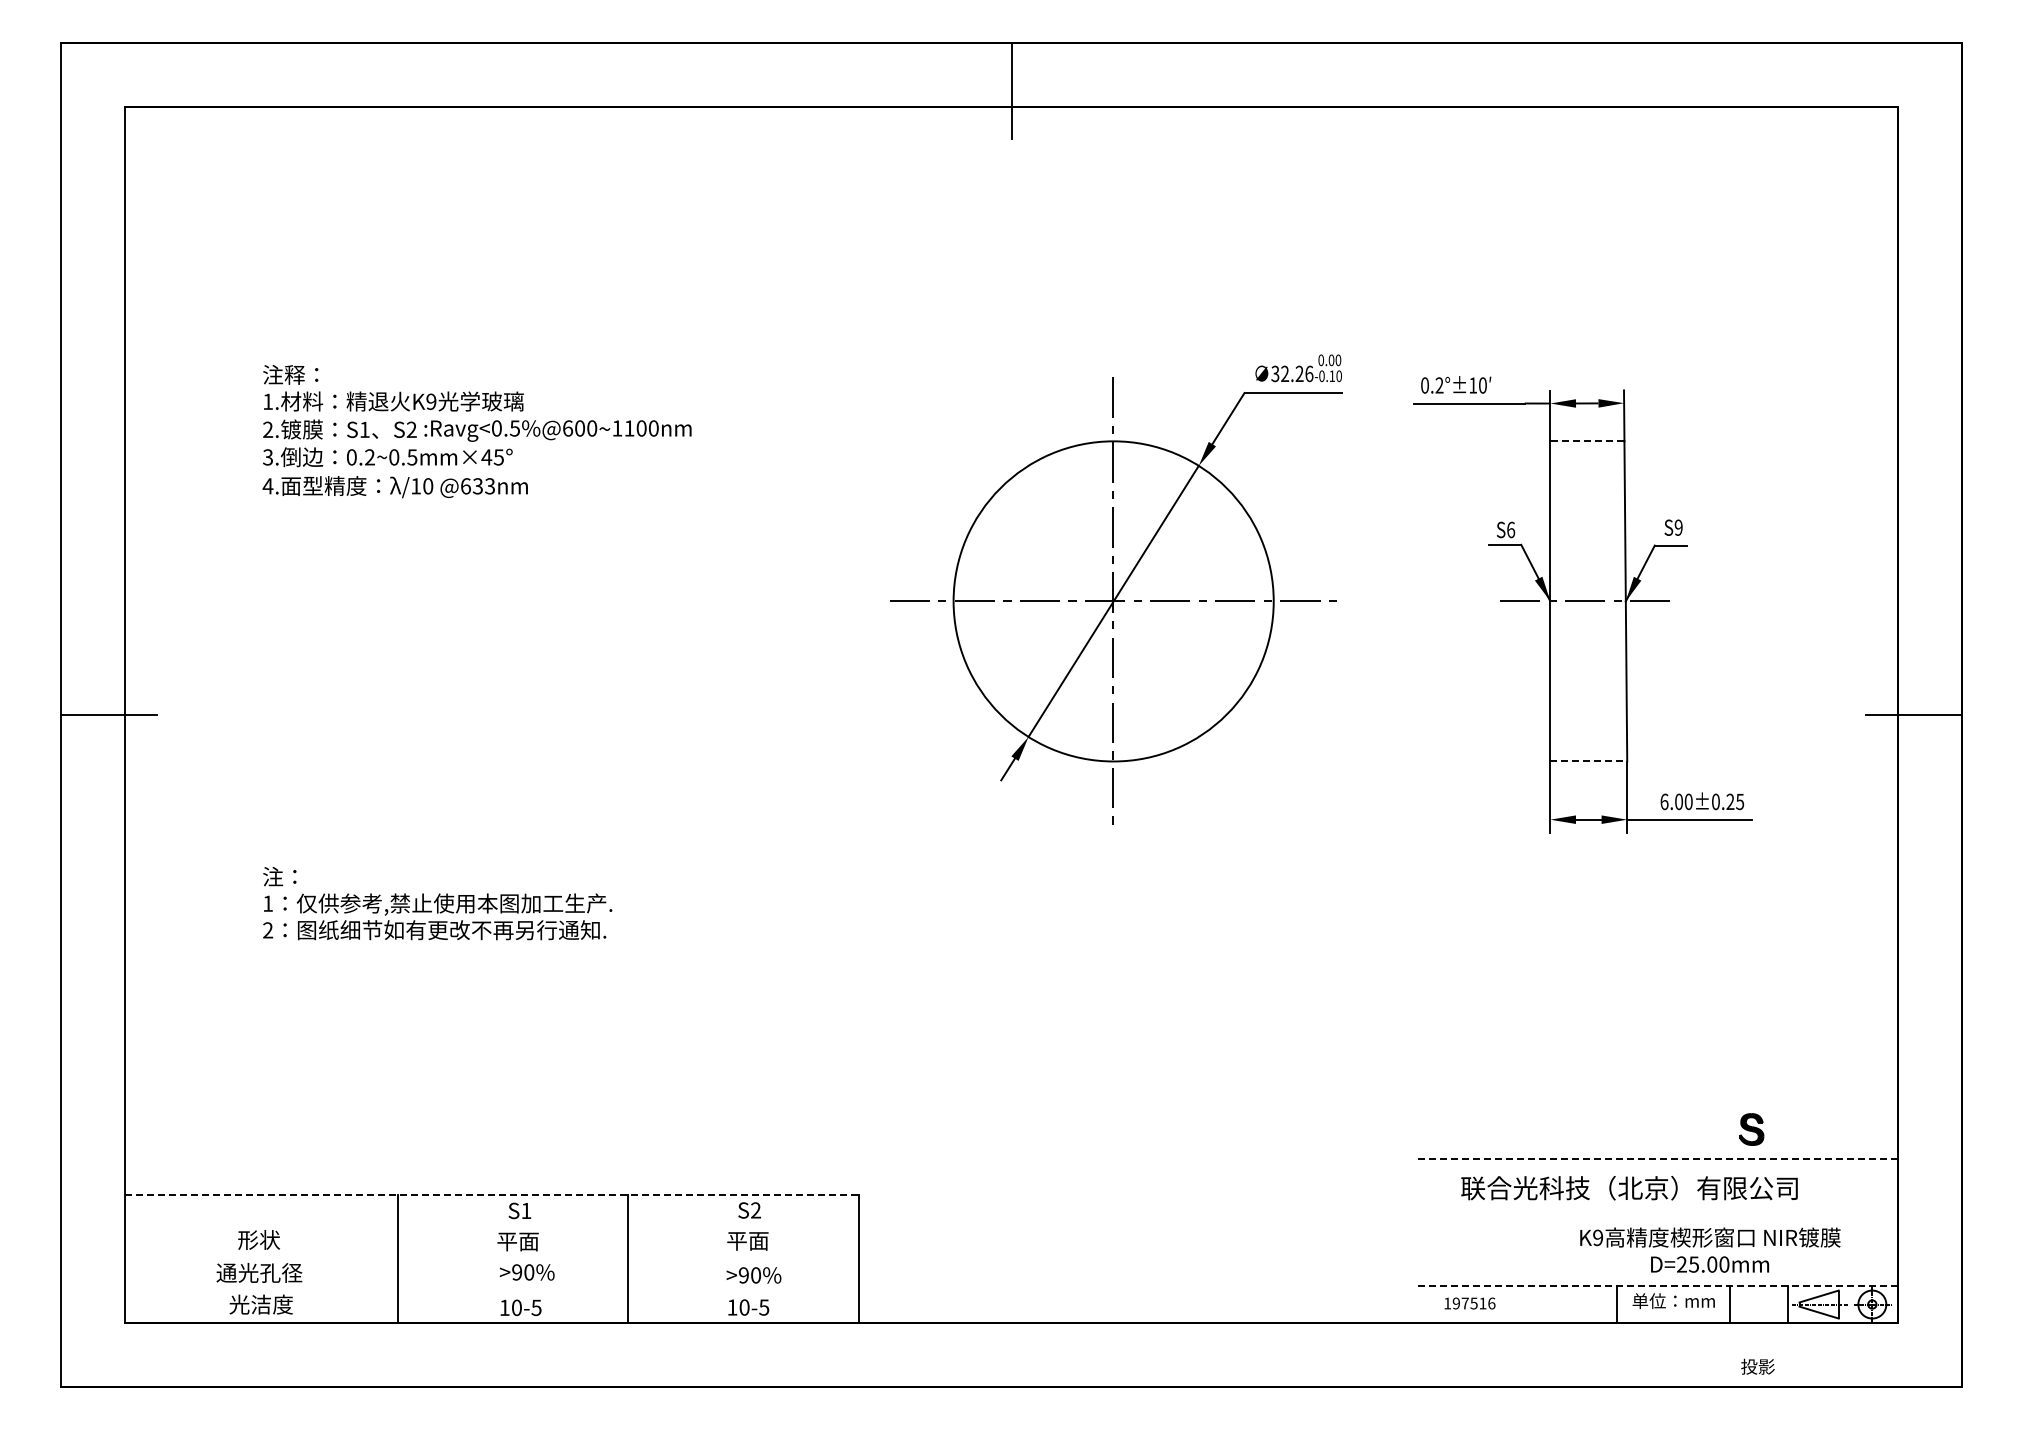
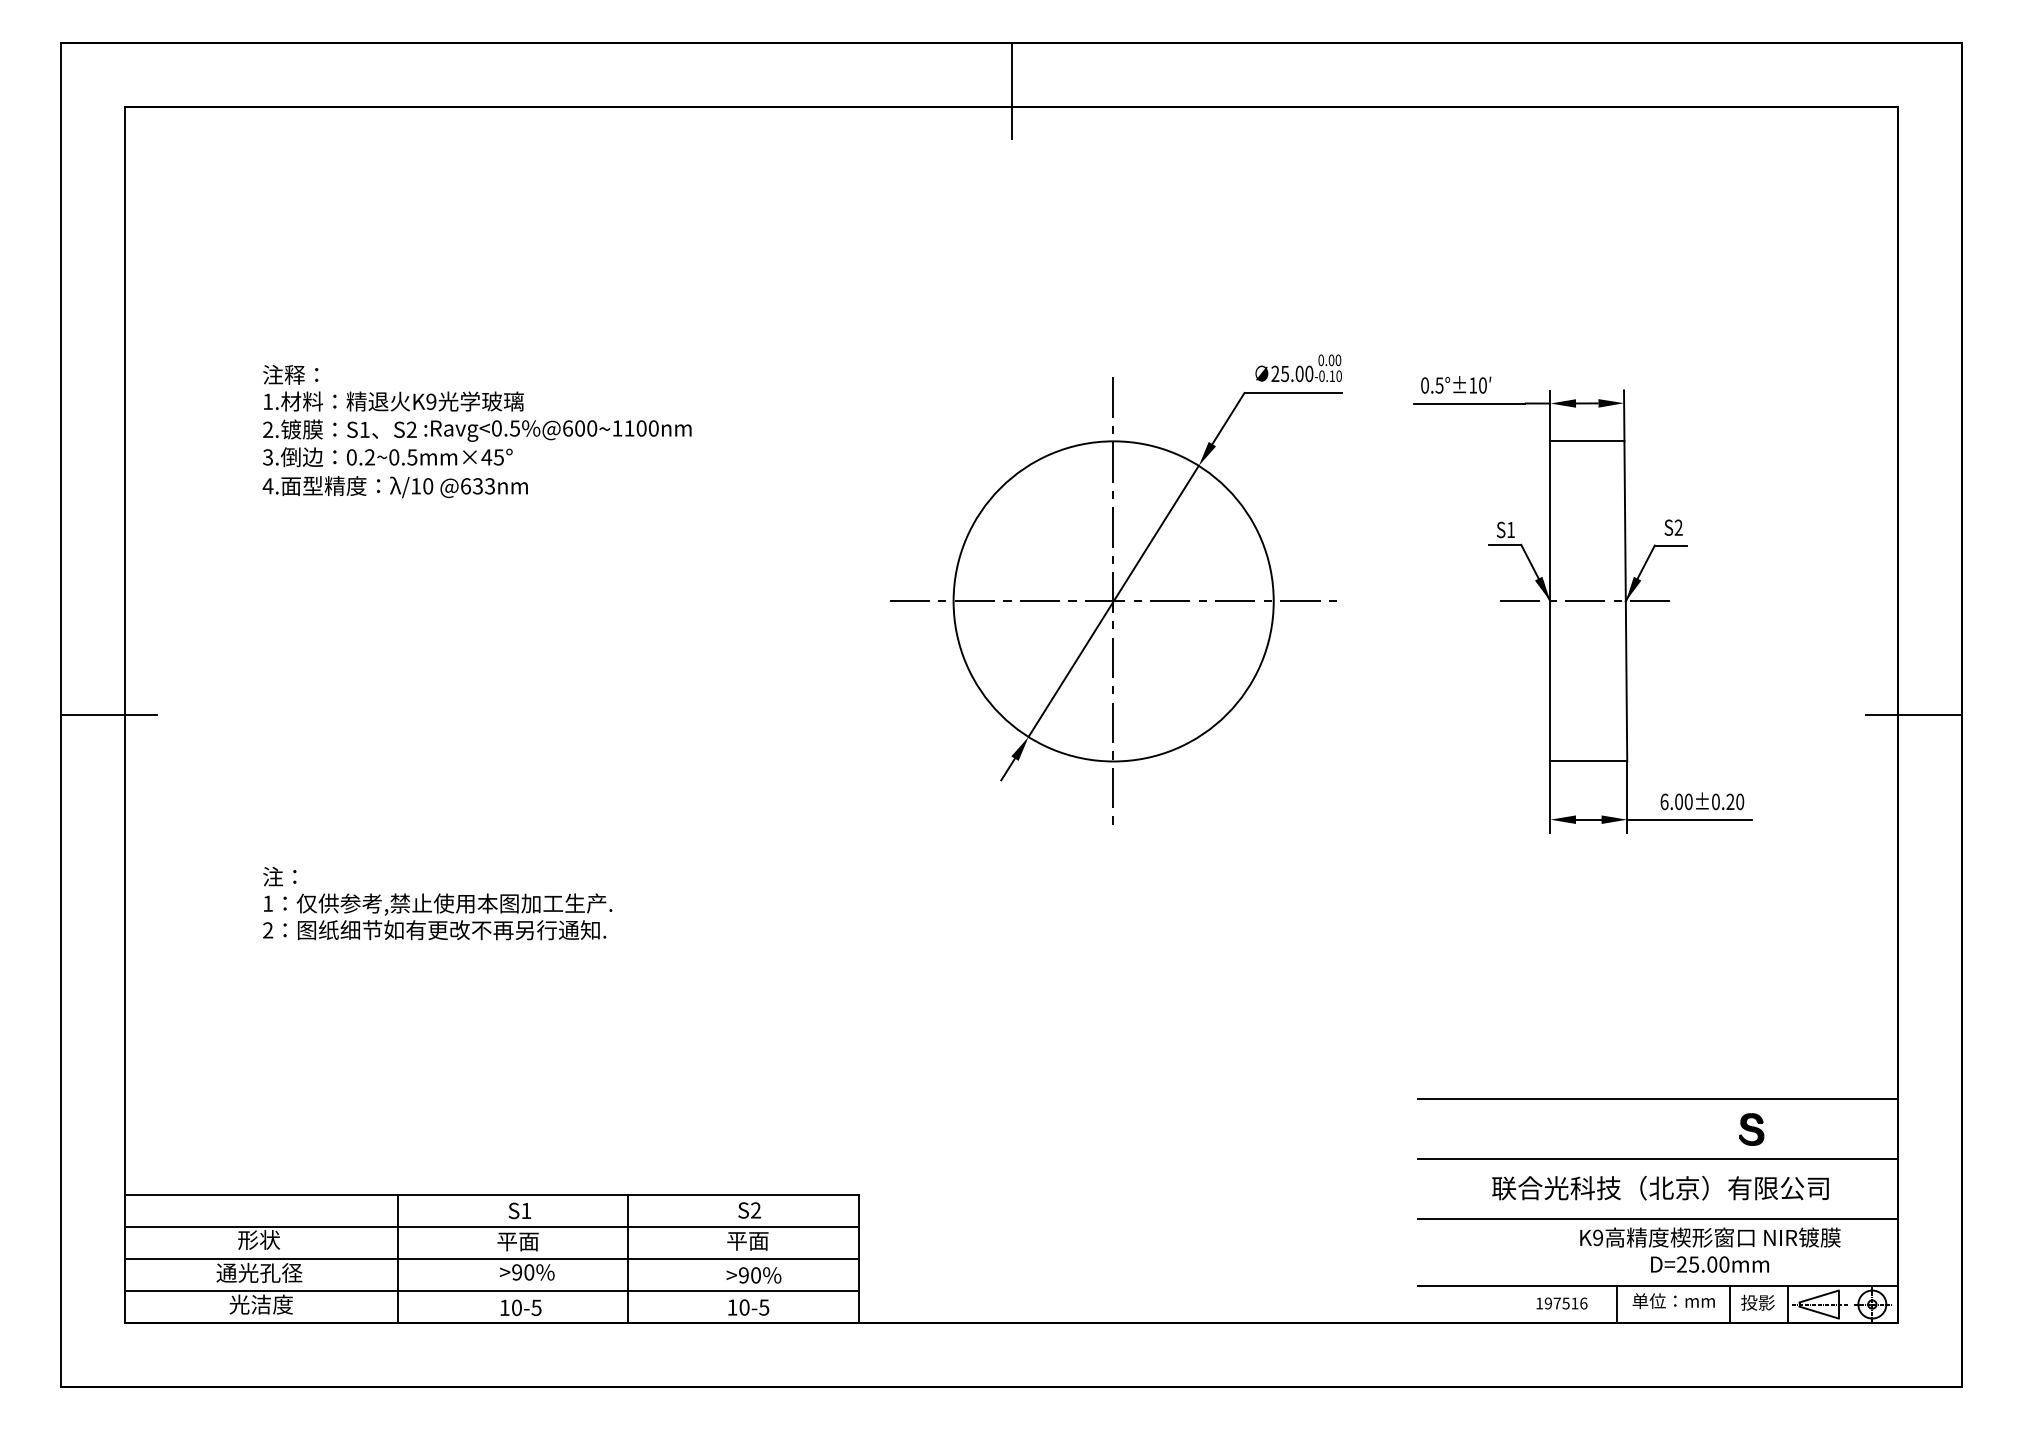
text at (1292, 373): 32.26 -> 25.00
text at (1439, 385): 0.2°±10 -> 0.5°±10
line at (1586, 441): dashed -> solid
text at (1678, 527): S9 -> S2
text at (1511, 529): S6 -> S1
line at (1589, 761): dashed -> solid
text at (1740, 801): 6.00±0.25 -> 6.00±0.20
line at (1658, 1099): none -> present
line at (1658, 1158): dashed -> solid
text at (1629, 1188) position: (1629, 1188) -> (1660, 1188)
line at (492, 1195): dashed -> solid
line at (1658, 1218): none -> present
line at (491, 1227): none -> present
line at (491, 1259): none -> present
line at (1658, 1285): dashed -> solid
line at (491, 1291): none -> present
text at (1469, 1303) position: (1469, 1303) -> (1561, 1303)
text at (1757, 1366) position: (1757, 1366) -> (1757, 1302)
